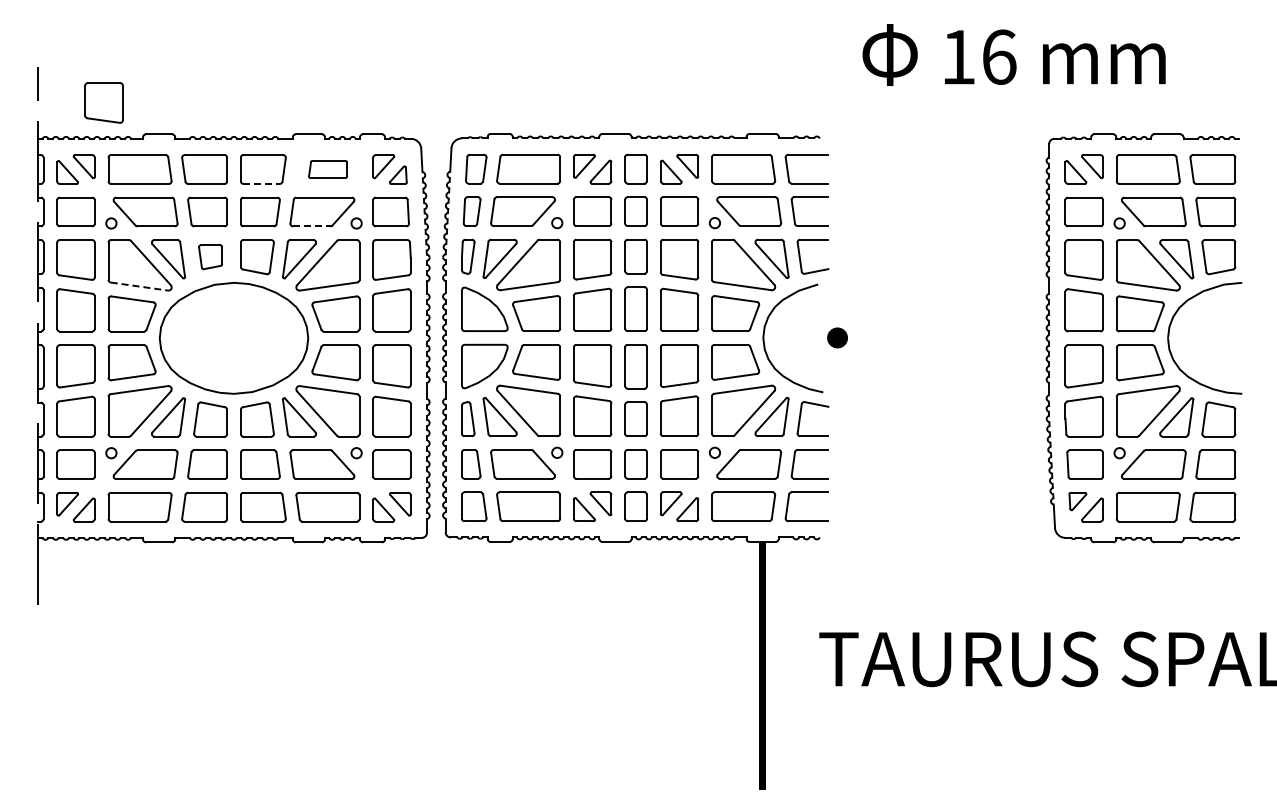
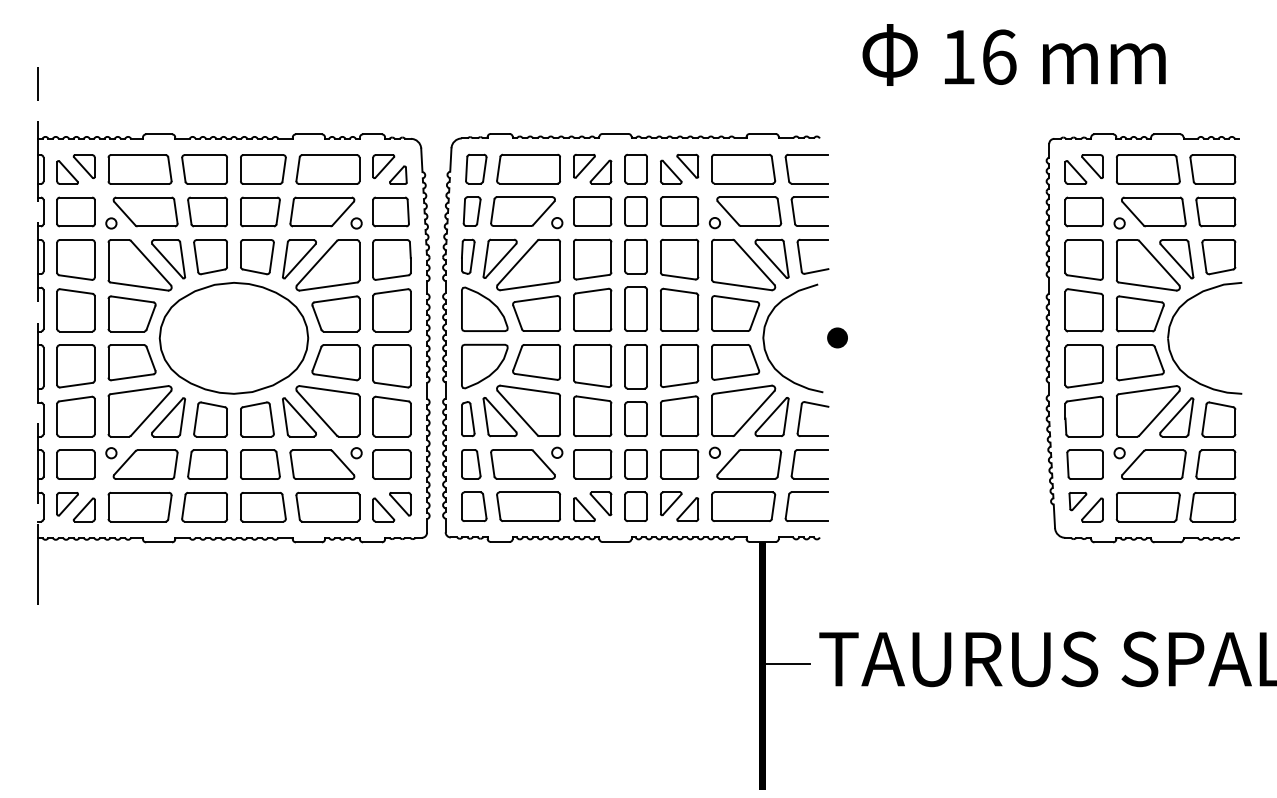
part at (103, 102): present -> none
part at (327, 169) size: 40x19 px -> 66x31 px
line at (262, 183): dashed -> solid
line at (311, 226): dashed -> solid
part at (210, 257) size: 25x27 px -> 35x37 px
line at (139, 286): dashed -> solid
line at (785, 664): none -> present
